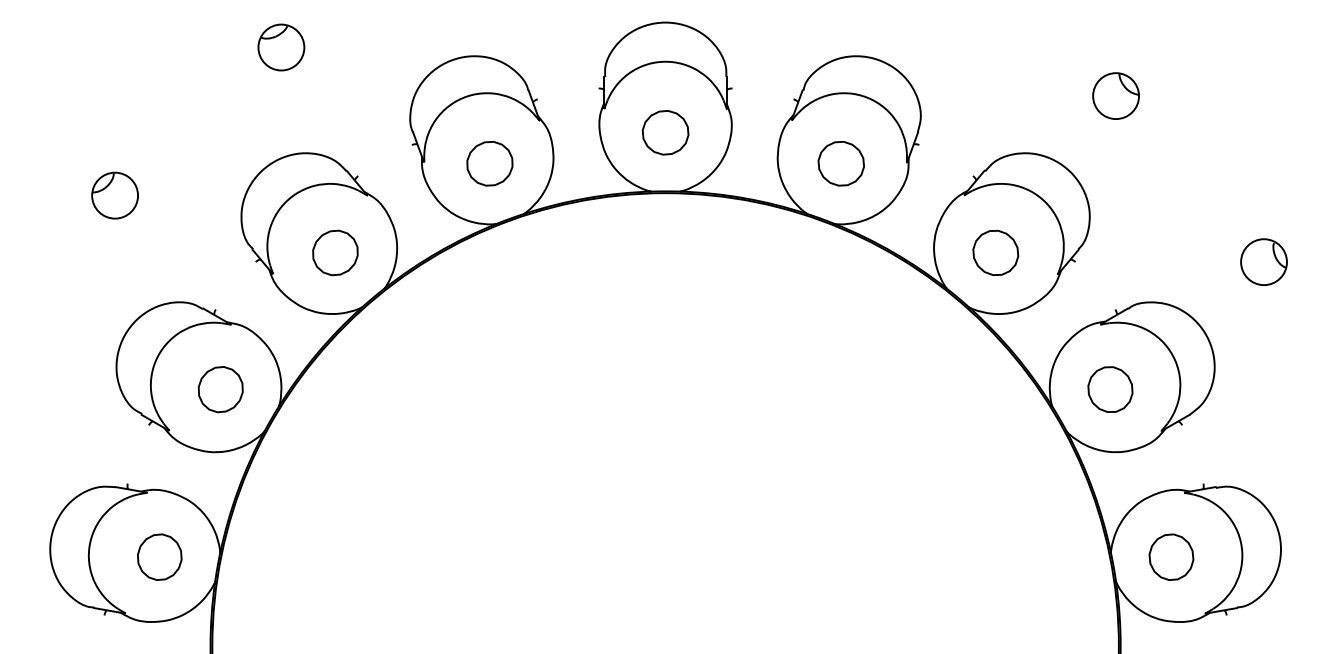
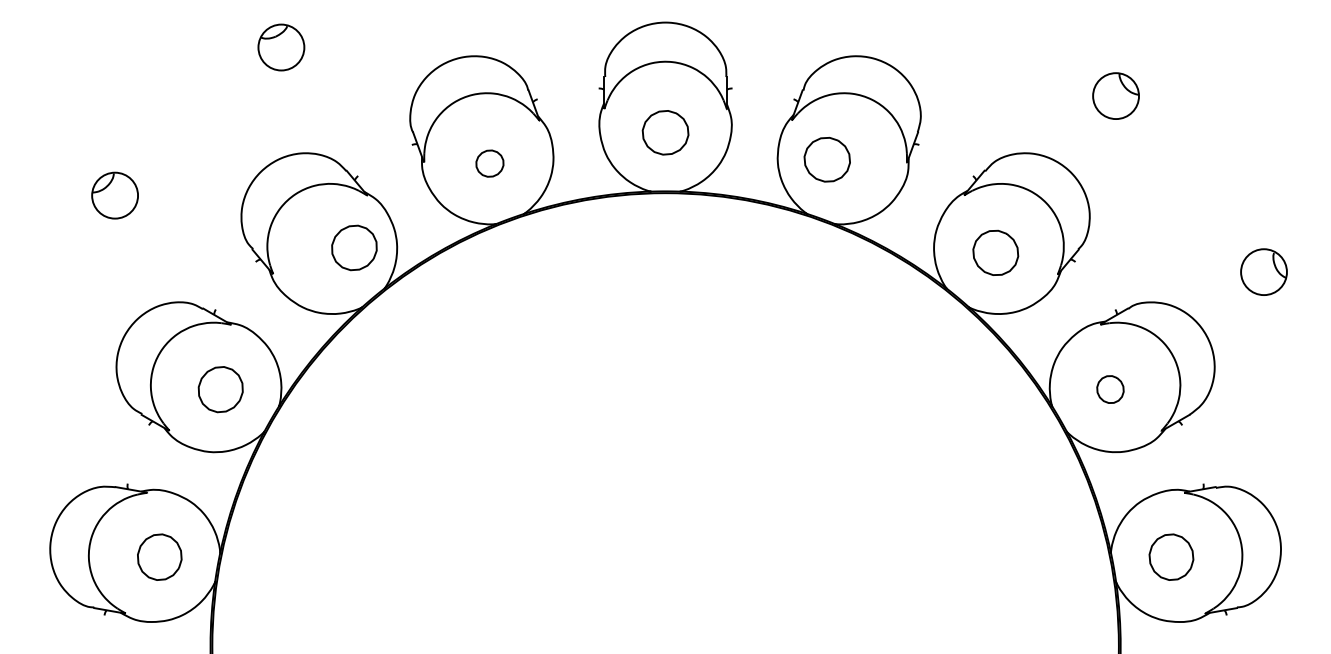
part at (489, 163) size: 48x47 px -> 30x29 px
part at (840, 163) position: (840, 163) -> (826, 159)
part at (335, 252) position: (335, 252) -> (354, 247)
part at (1263, 261) position: (1263, 261) -> (1263, 271)
part at (1110, 389) size: 47x47 px -> 29x29 px
